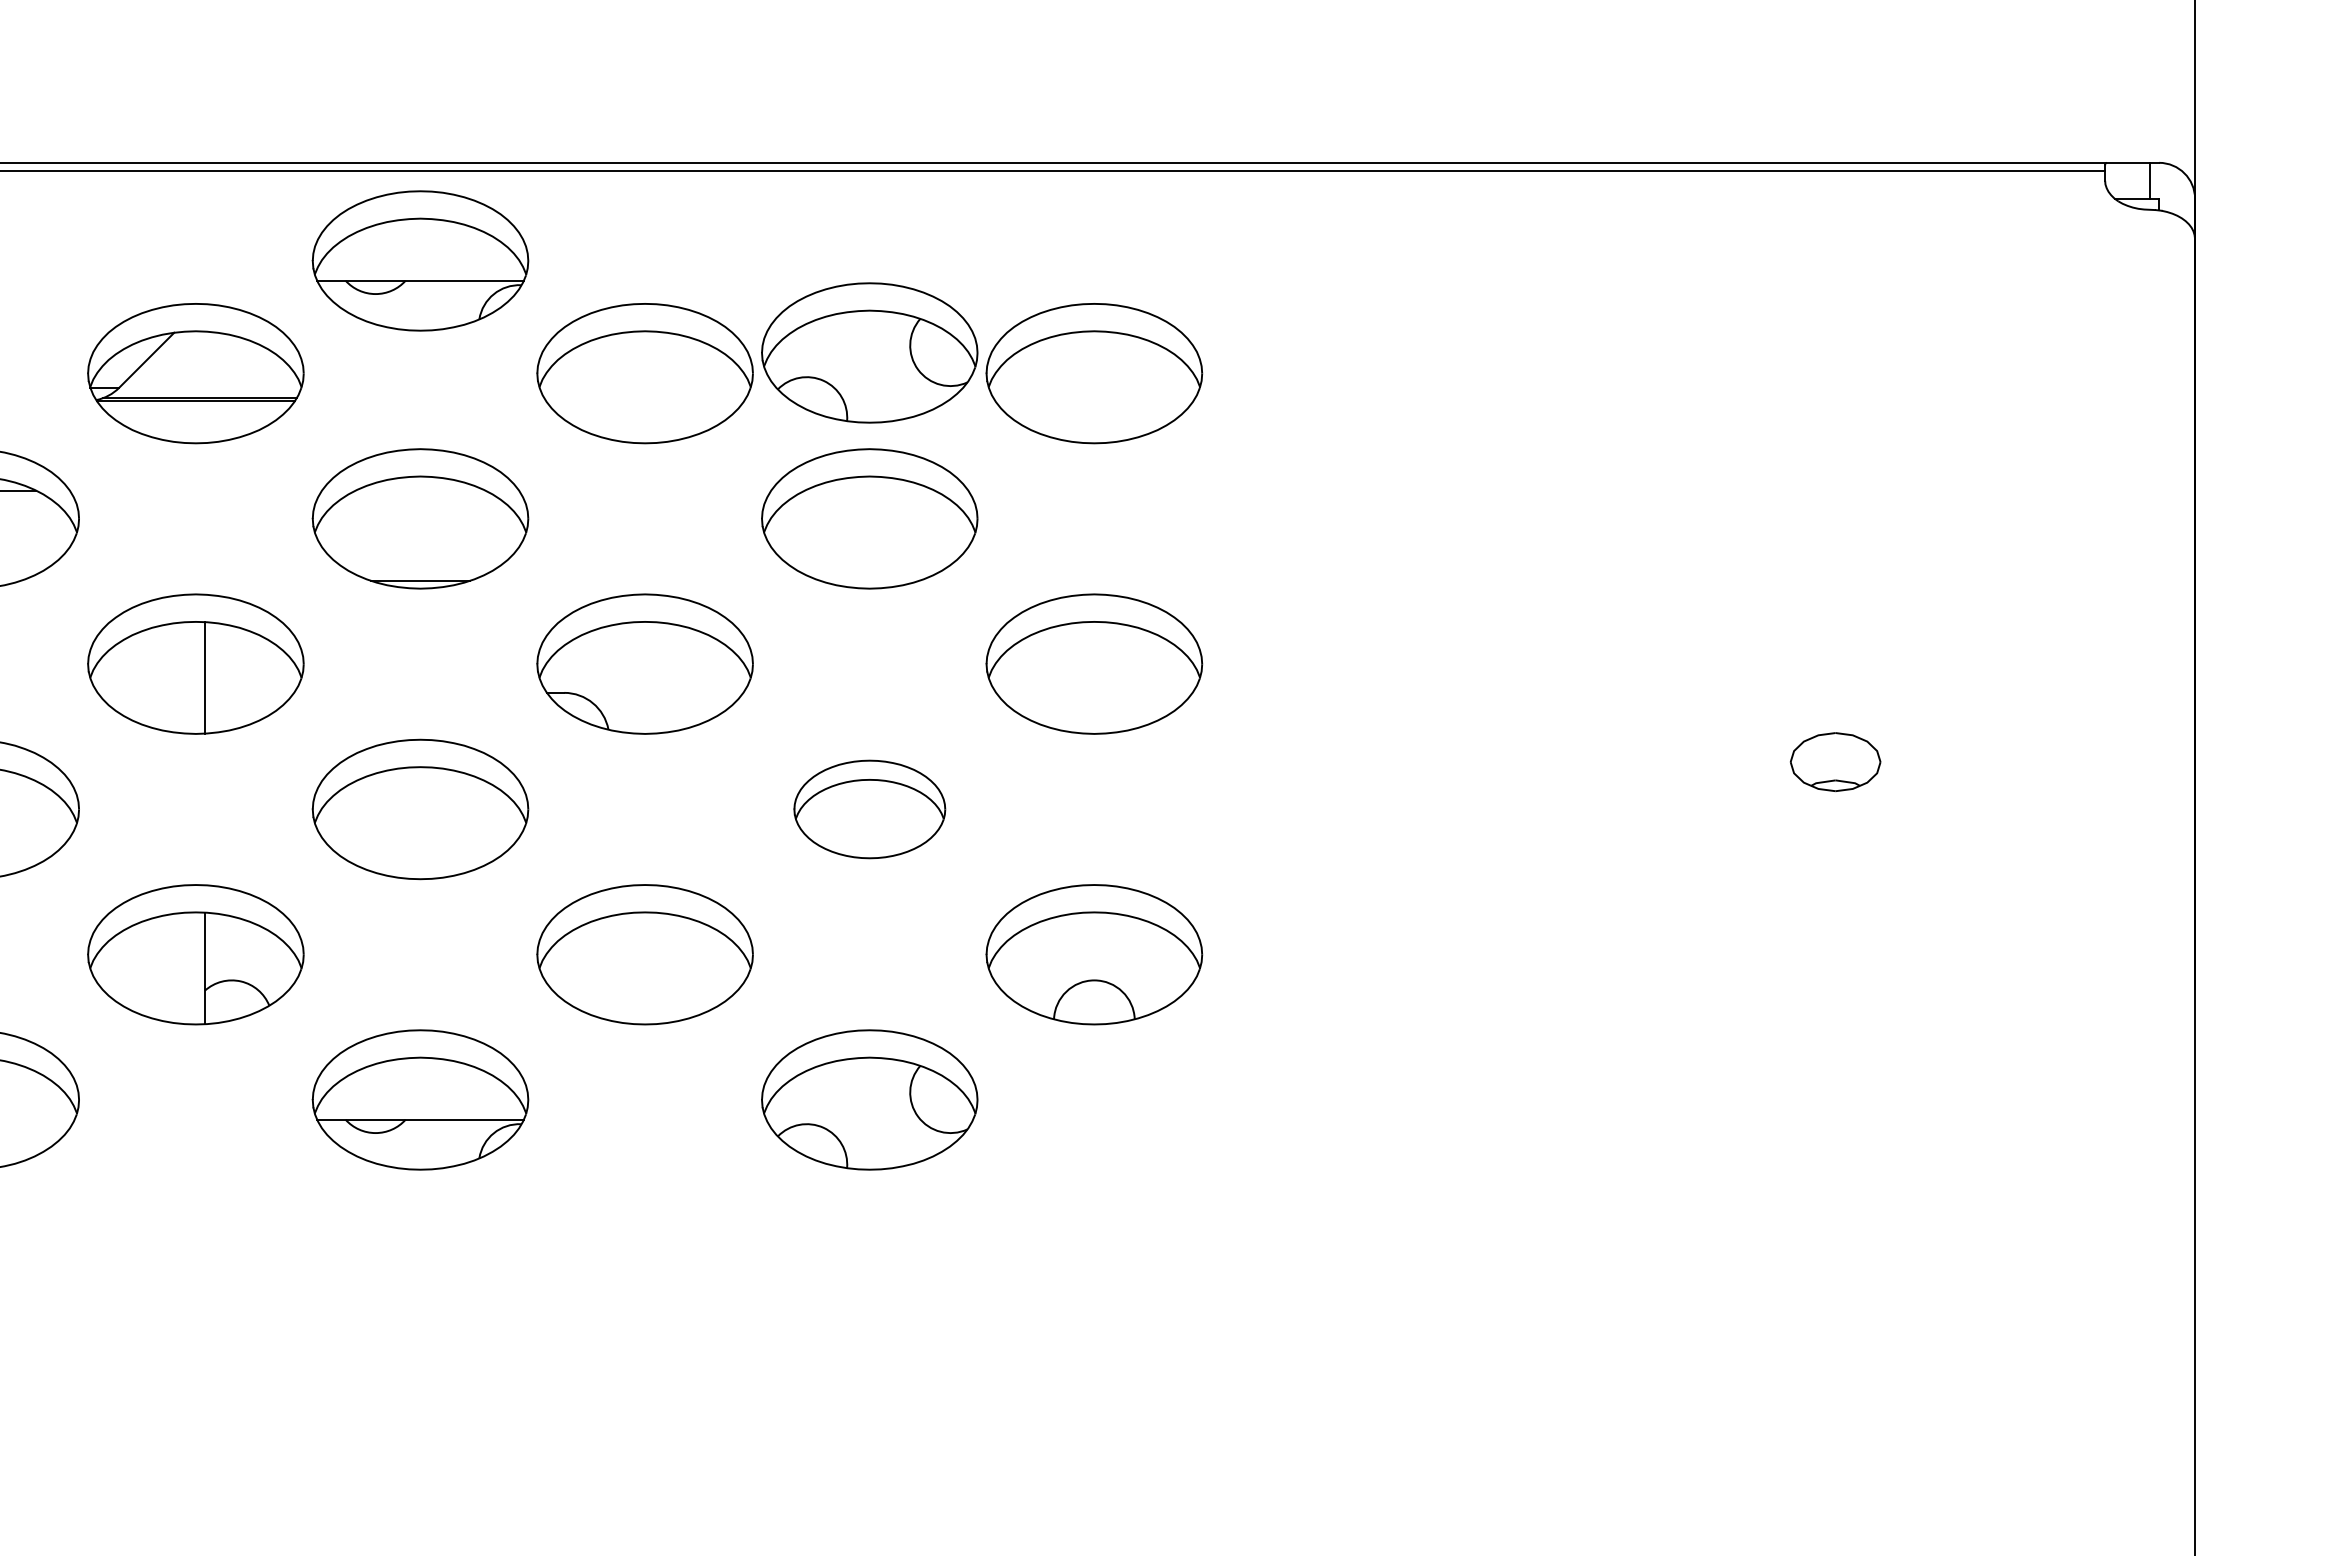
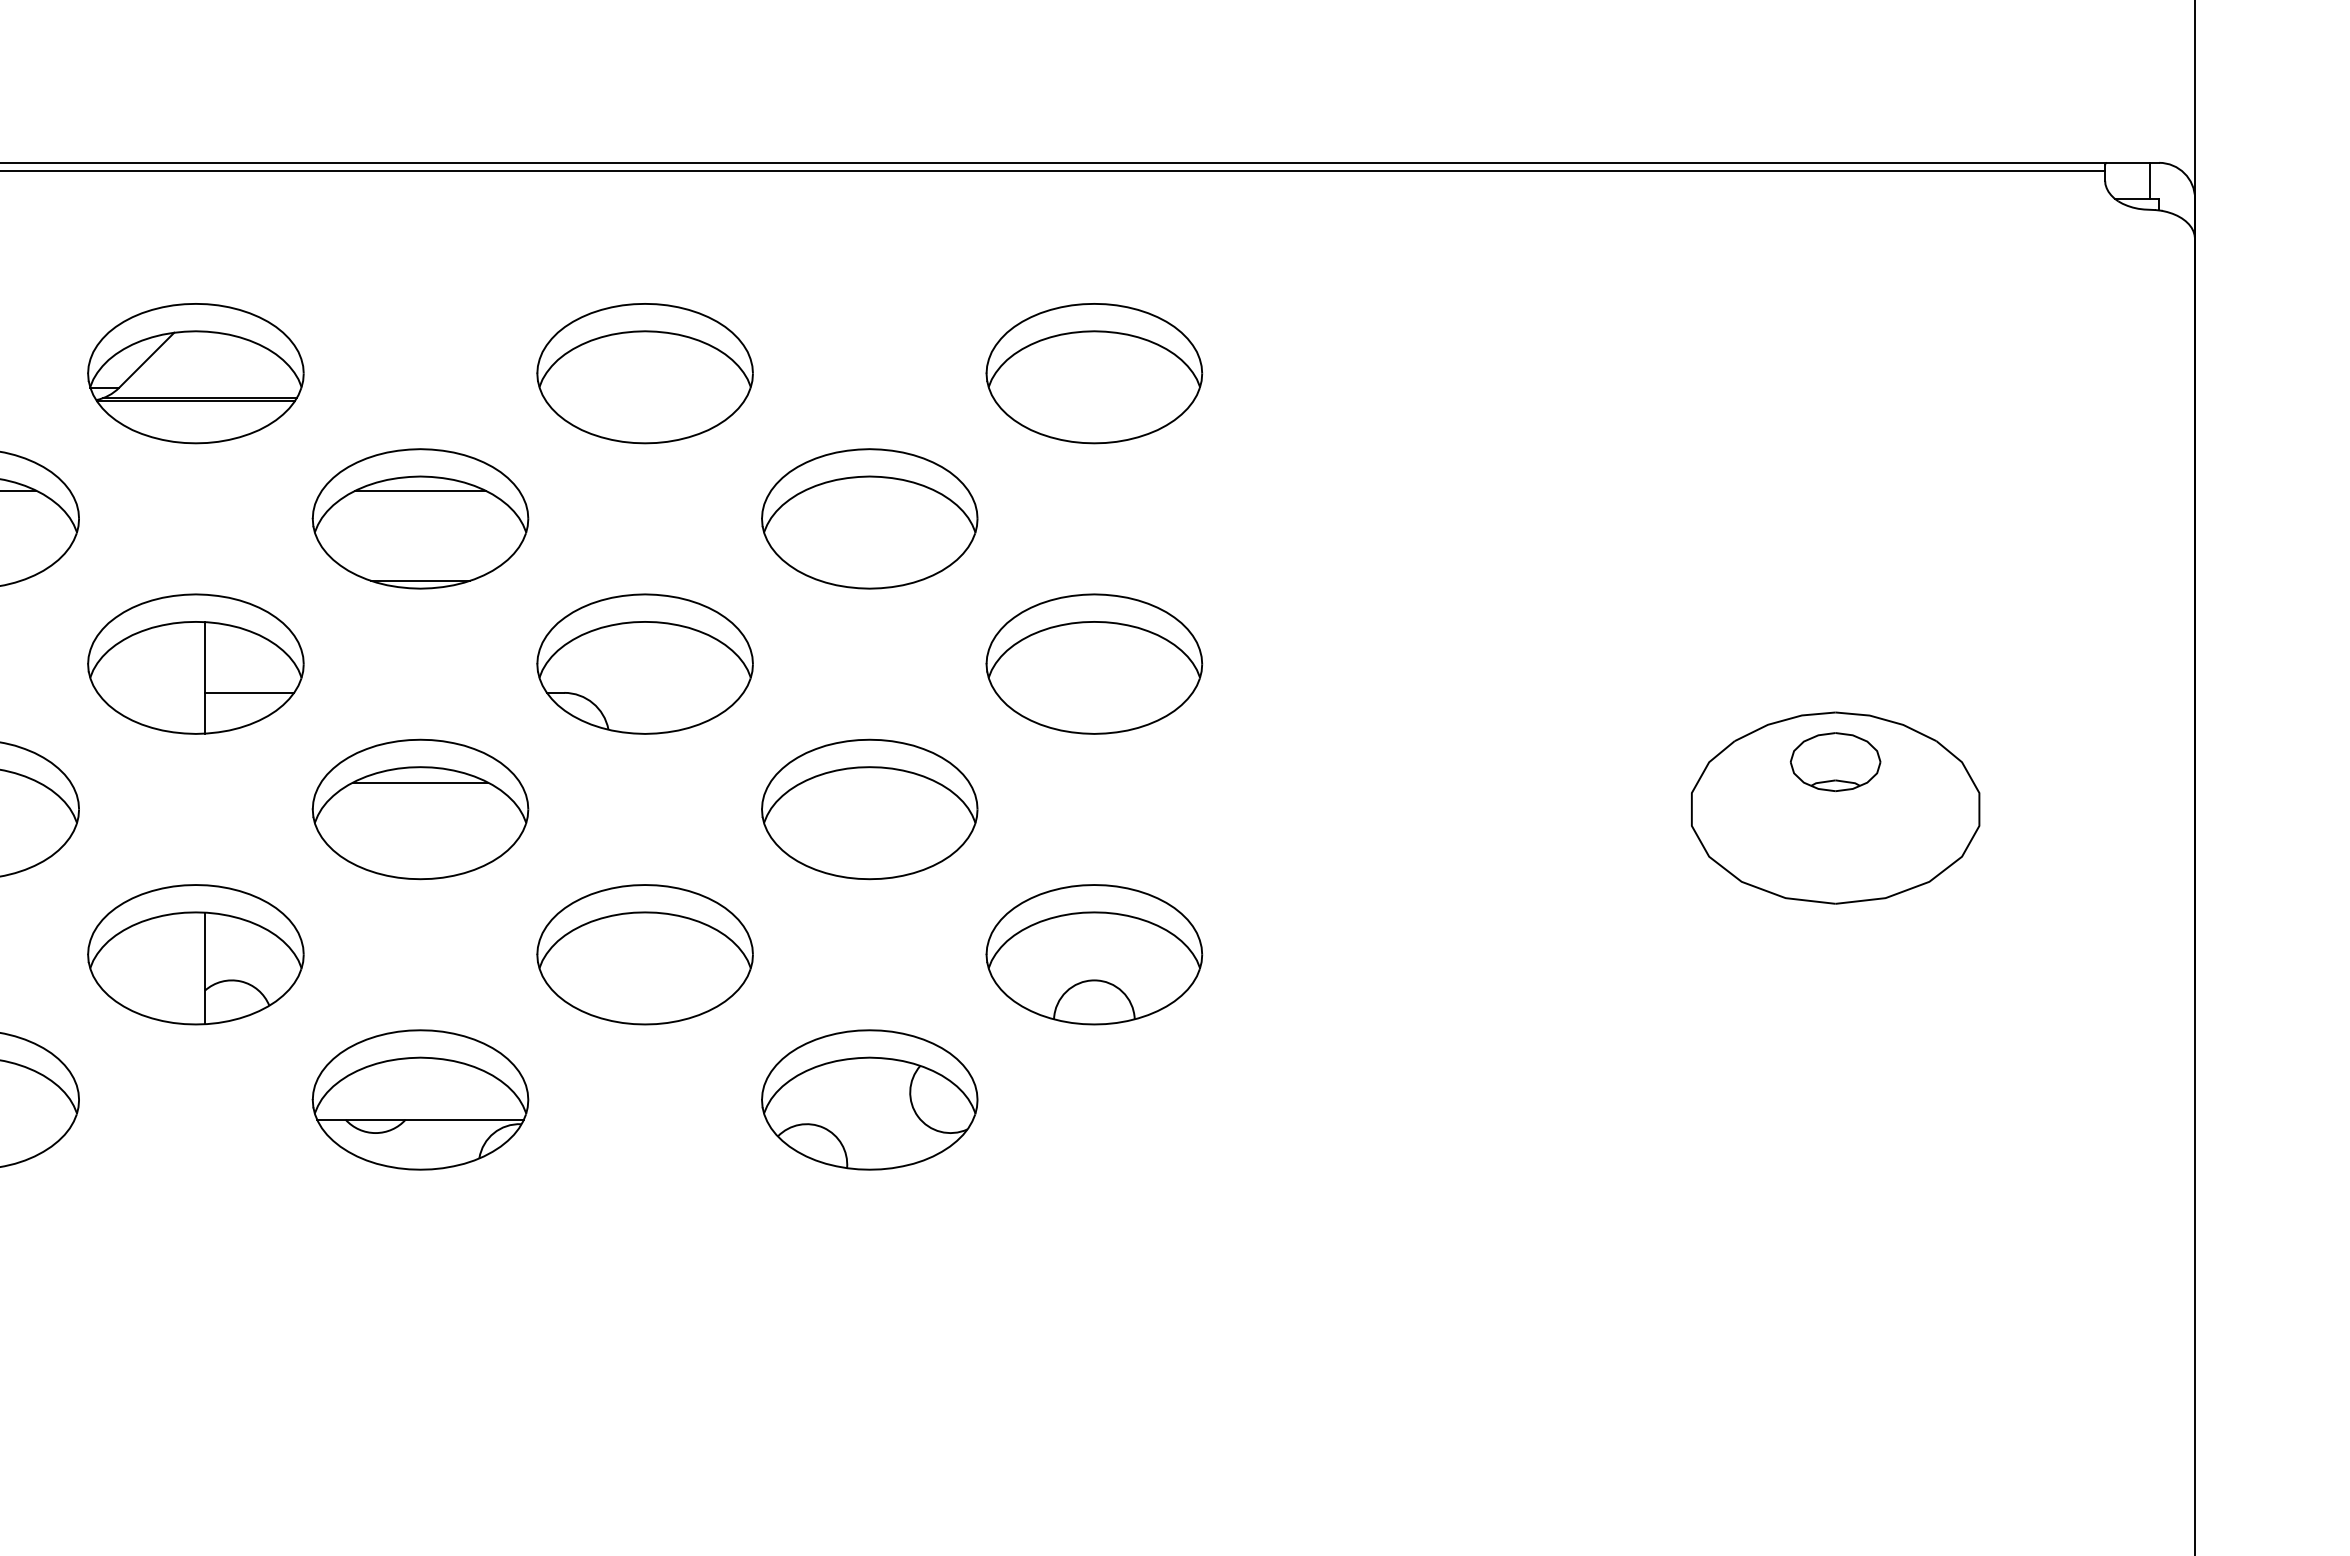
part at (420, 260): present -> none
part at (869, 352): present -> none
line at (420, 490): none -> present
line at (249, 692): none -> present
line at (420, 782): none -> present
part at (1835, 807): none -> present
part at (869, 809) size: 154x101 px -> 218x143 px
